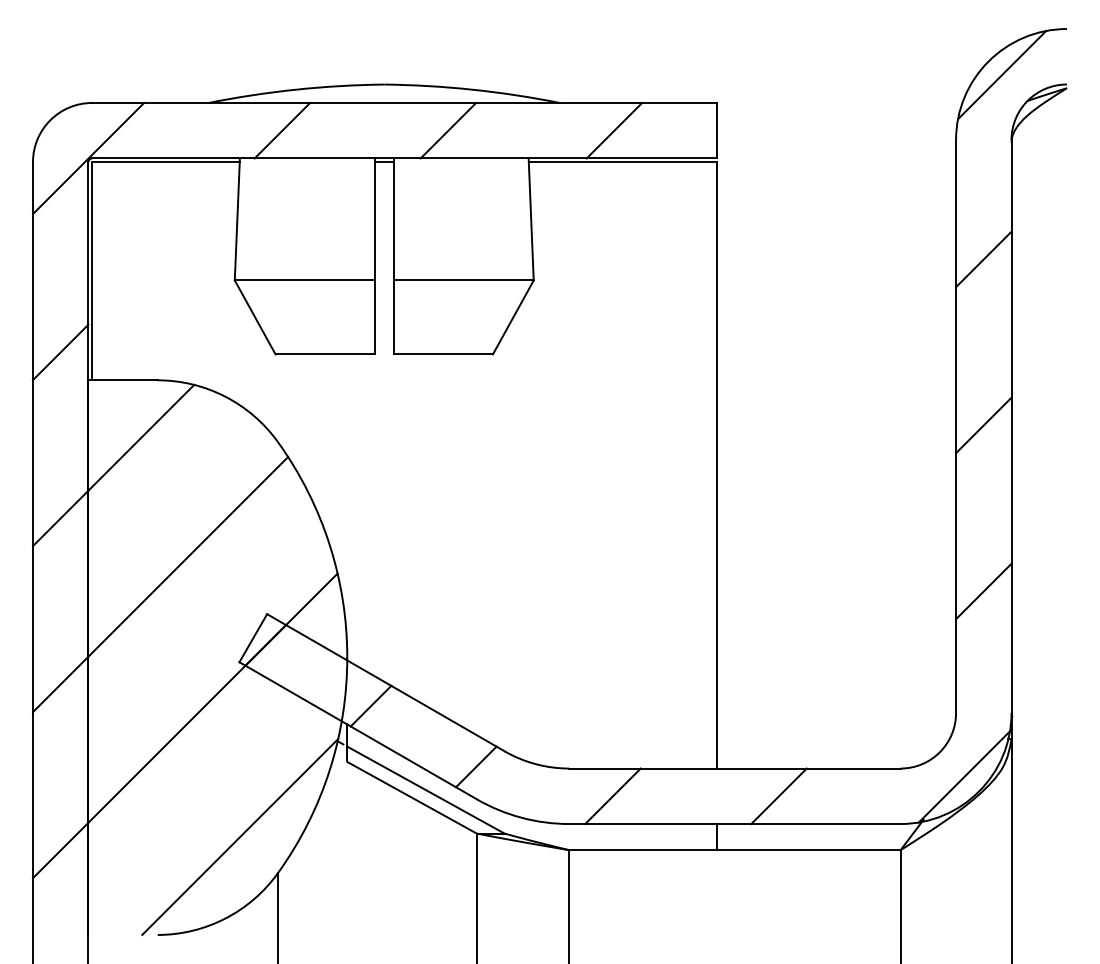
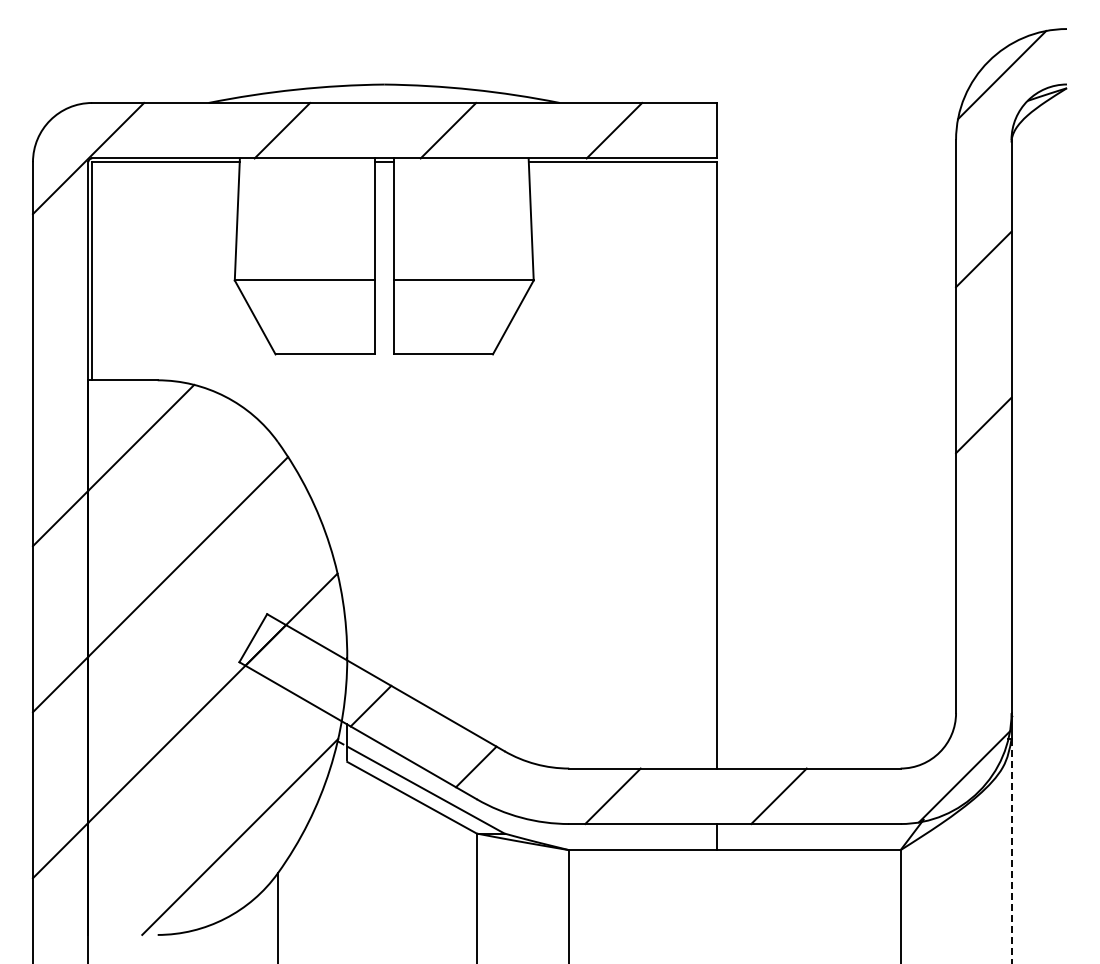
line at (60, 352): present -> none
line at (983, 591): present -> none
line at (1011, 851): solid -> dashed
